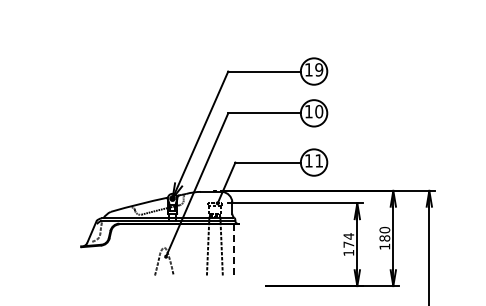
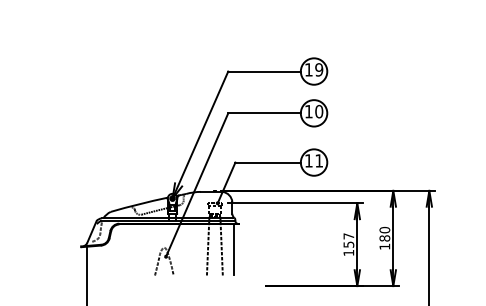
text at (348, 240): 174 -> 157
line at (234, 249): dashed -> solid
line at (87, 274): none -> present
